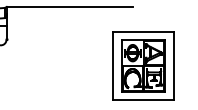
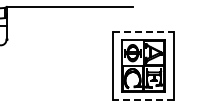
line at (143, 31): solid -> dashed
line at (142, 100): solid -> dashed
